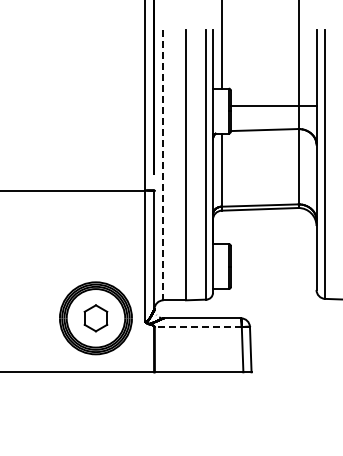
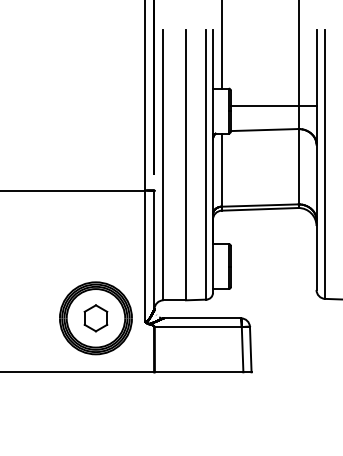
line at (163, 165): dashed -> solid
line at (197, 327): dashed -> solid
